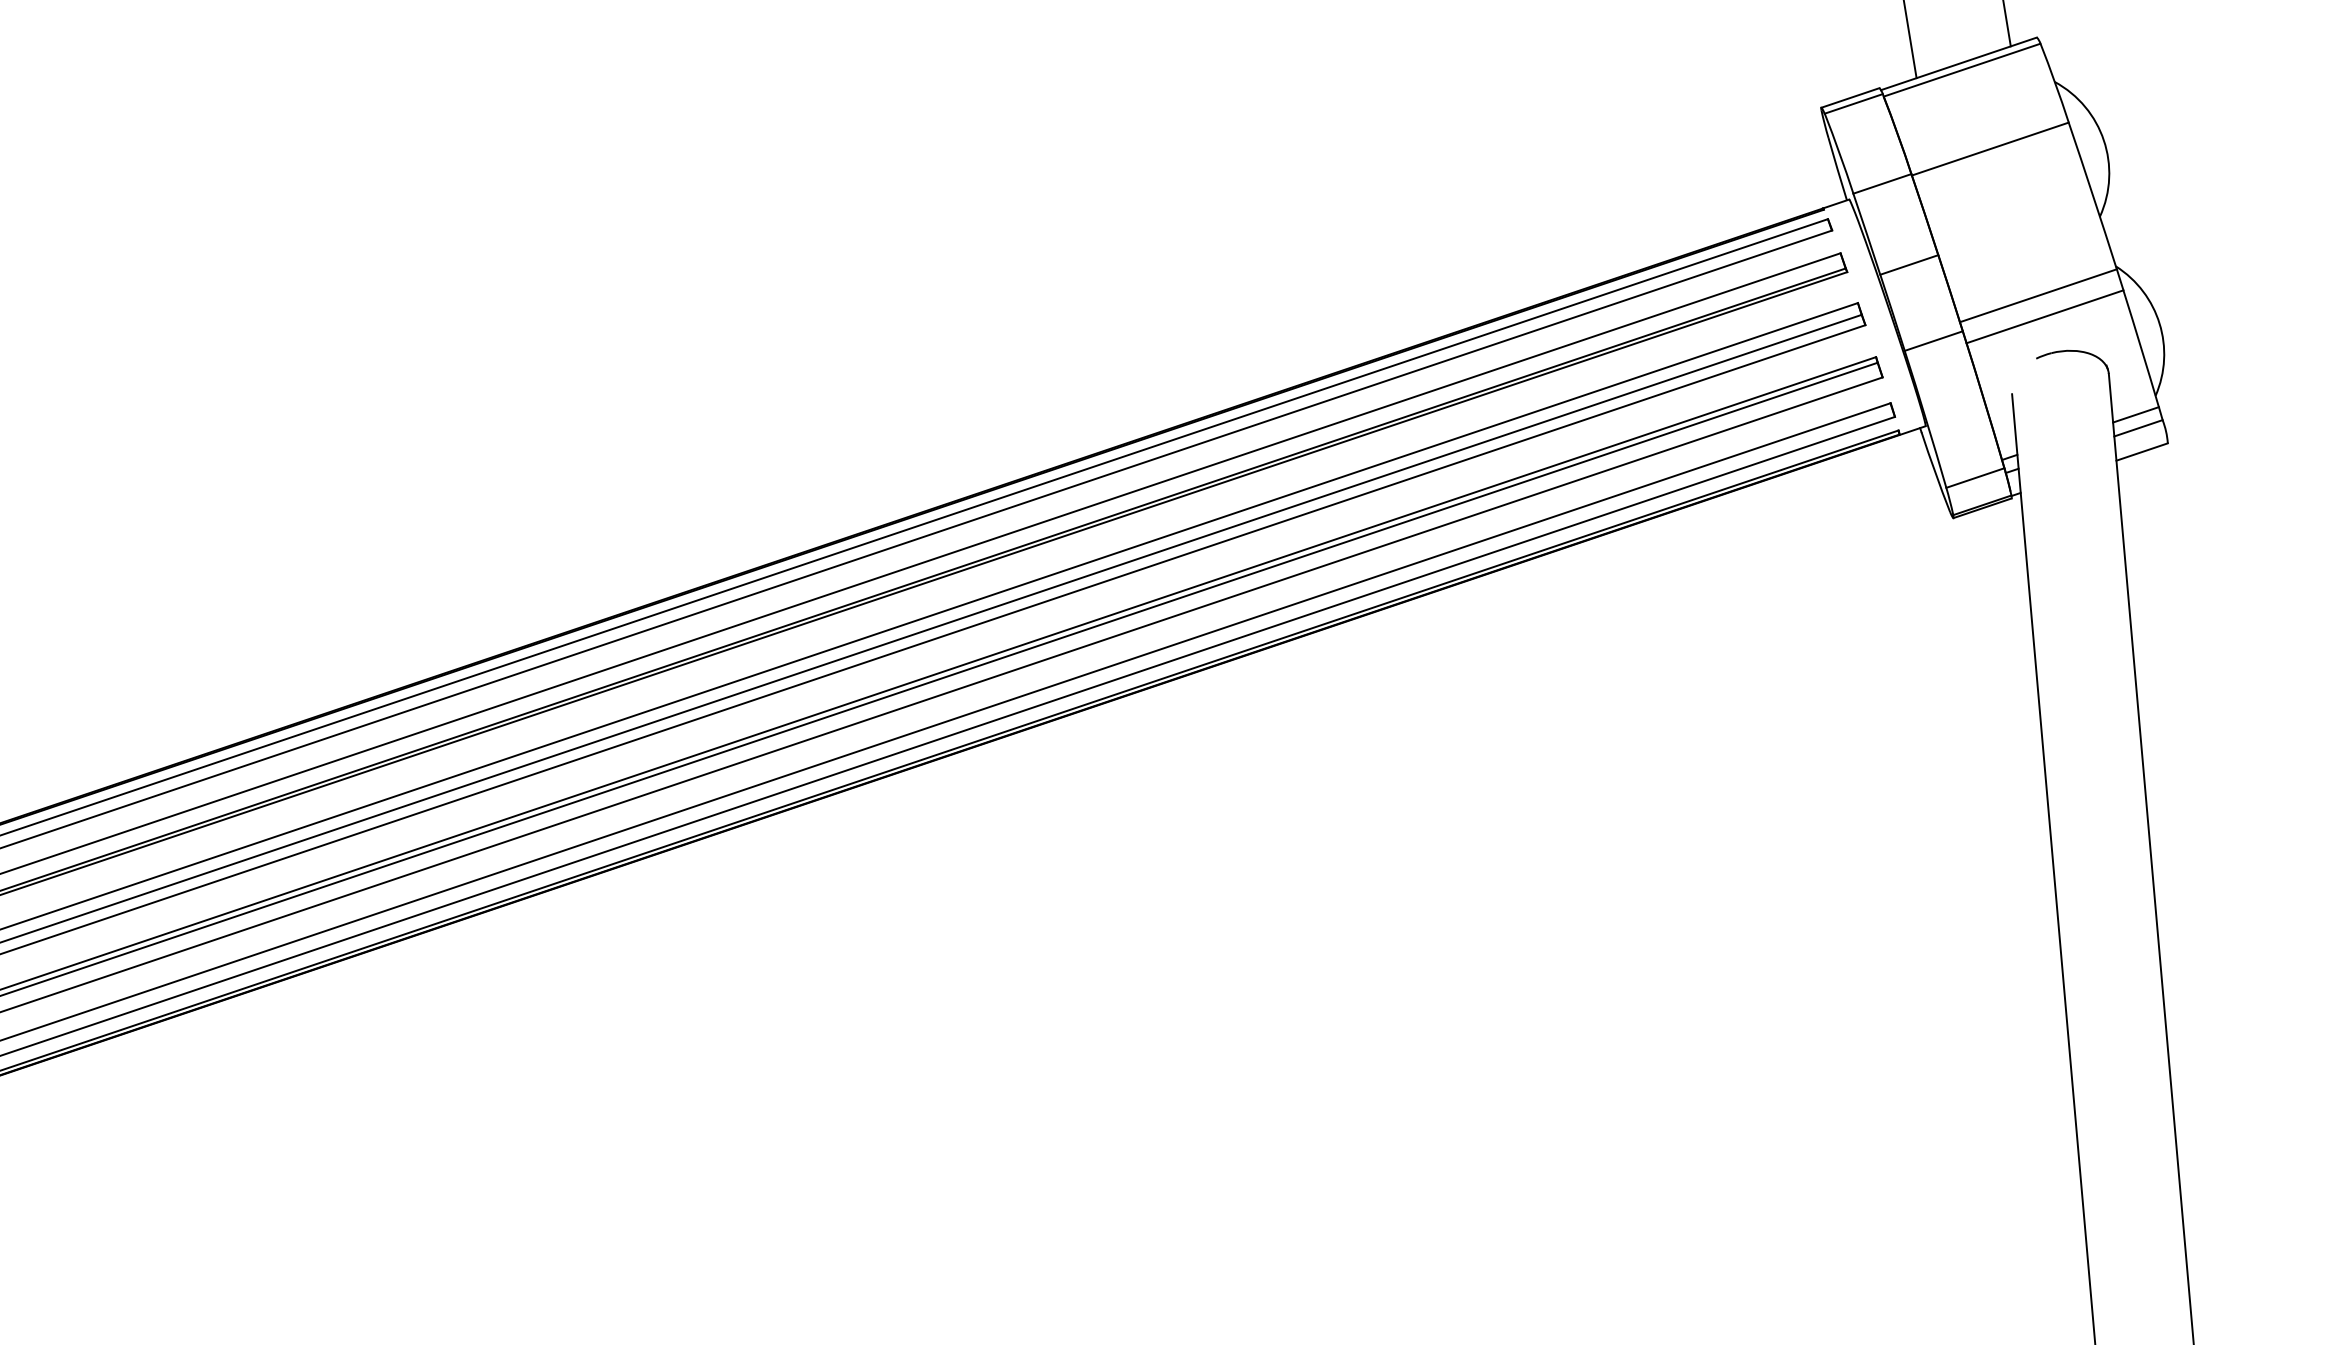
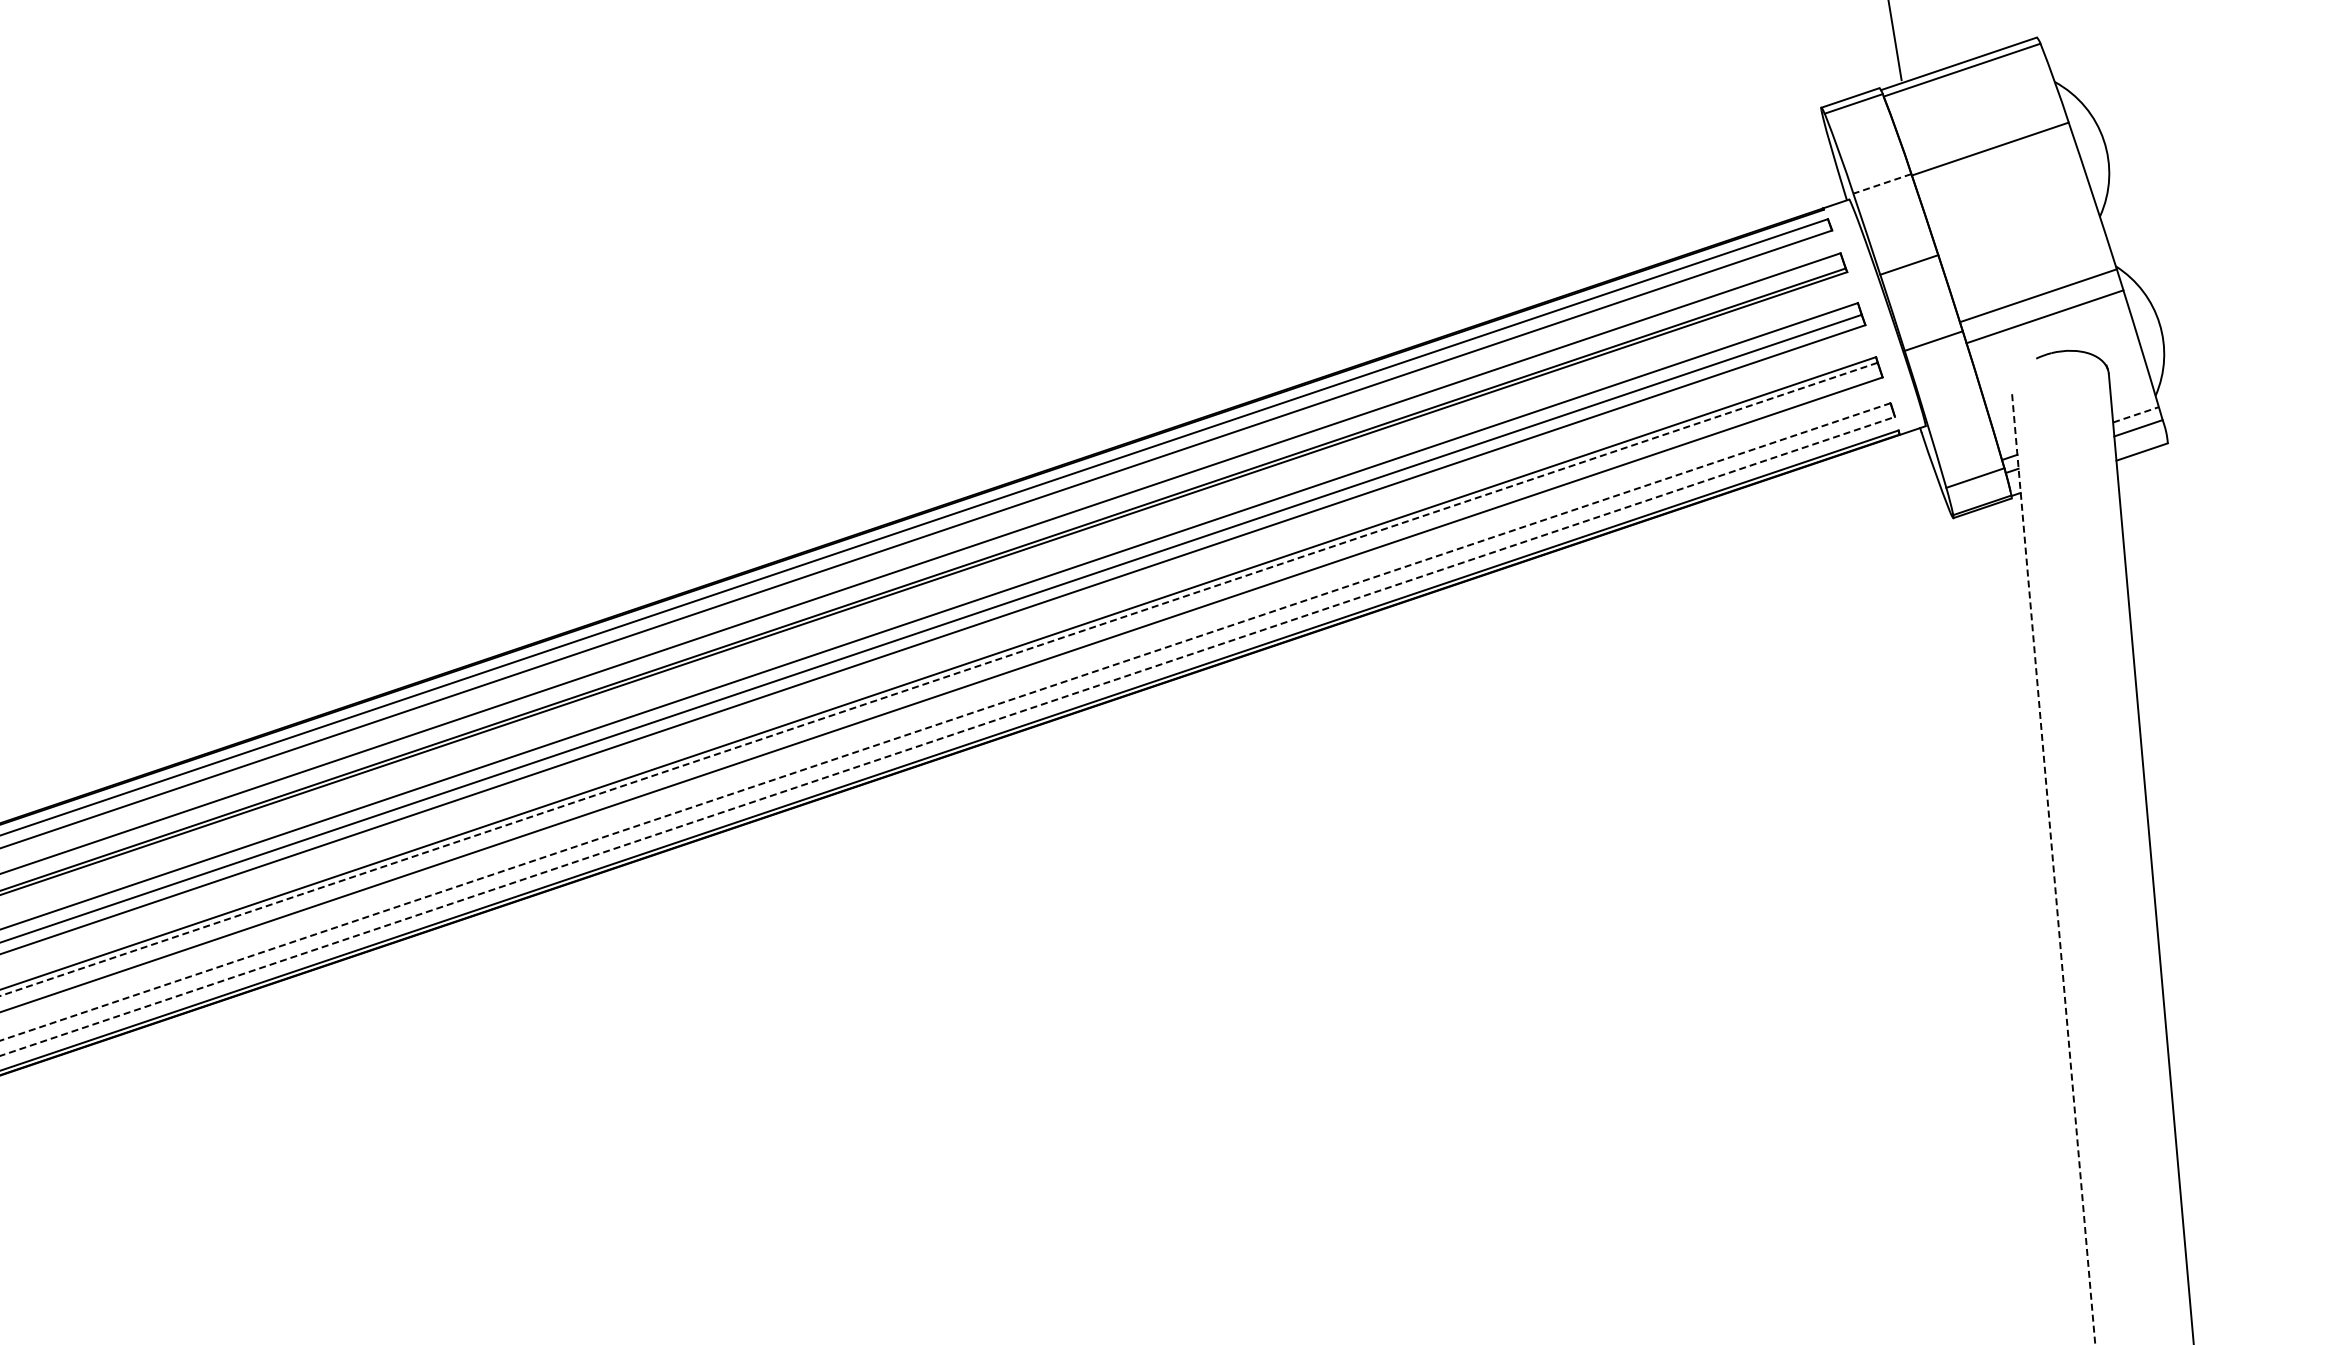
line at (2006, 24): present -> none
line at (1910, 40) position: (1910, 40) -> (1894, 41)
line at (1882, 183): solid -> dashed
line at (2136, 414): solid -> dashed
line at (938, 679): solid -> dashed
line at (945, 721): solid -> dashed
line at (947, 736): solid -> dashed
line at (2053, 869): solid -> dashed
